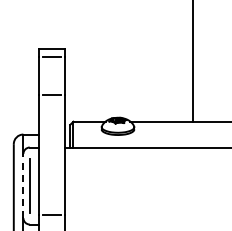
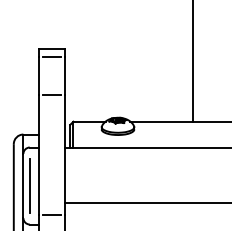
line at (23, 185): dashed -> solid
line at (146, 203): none -> present
